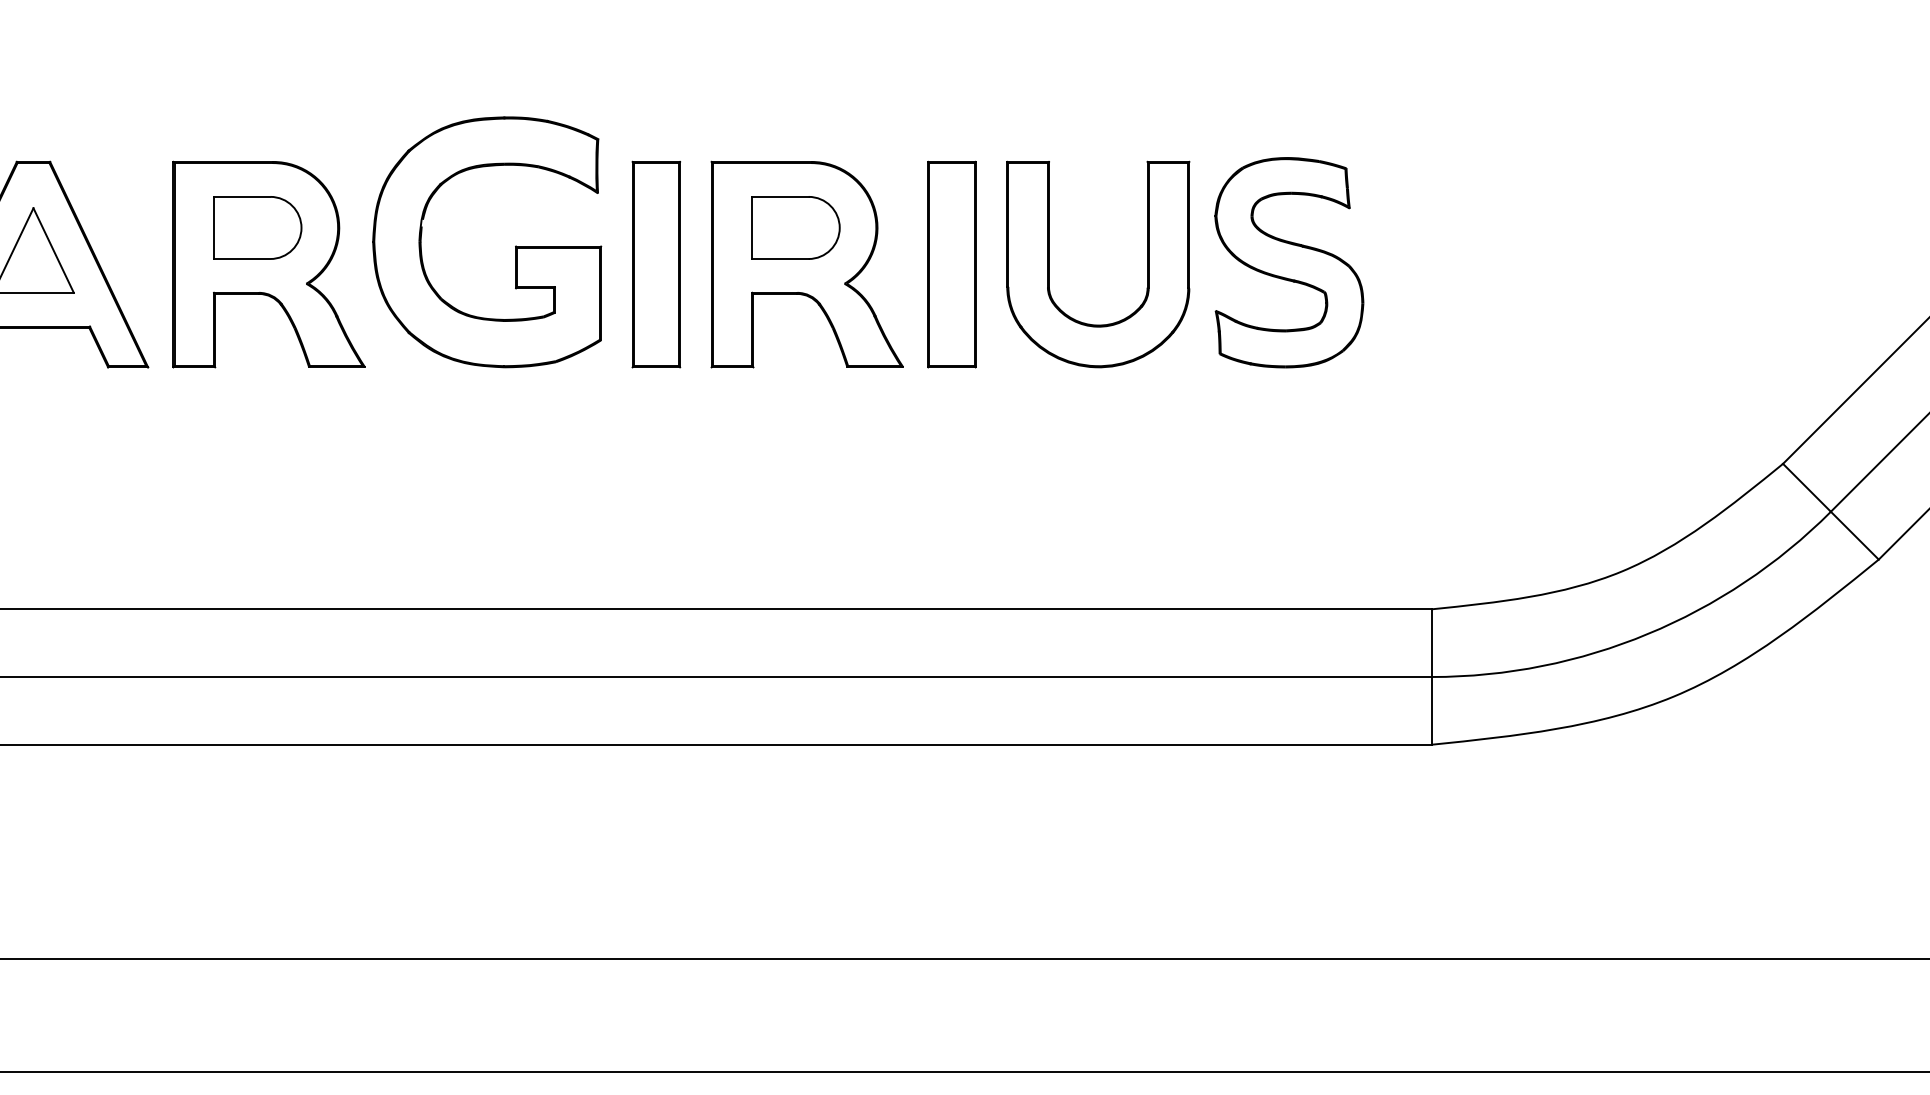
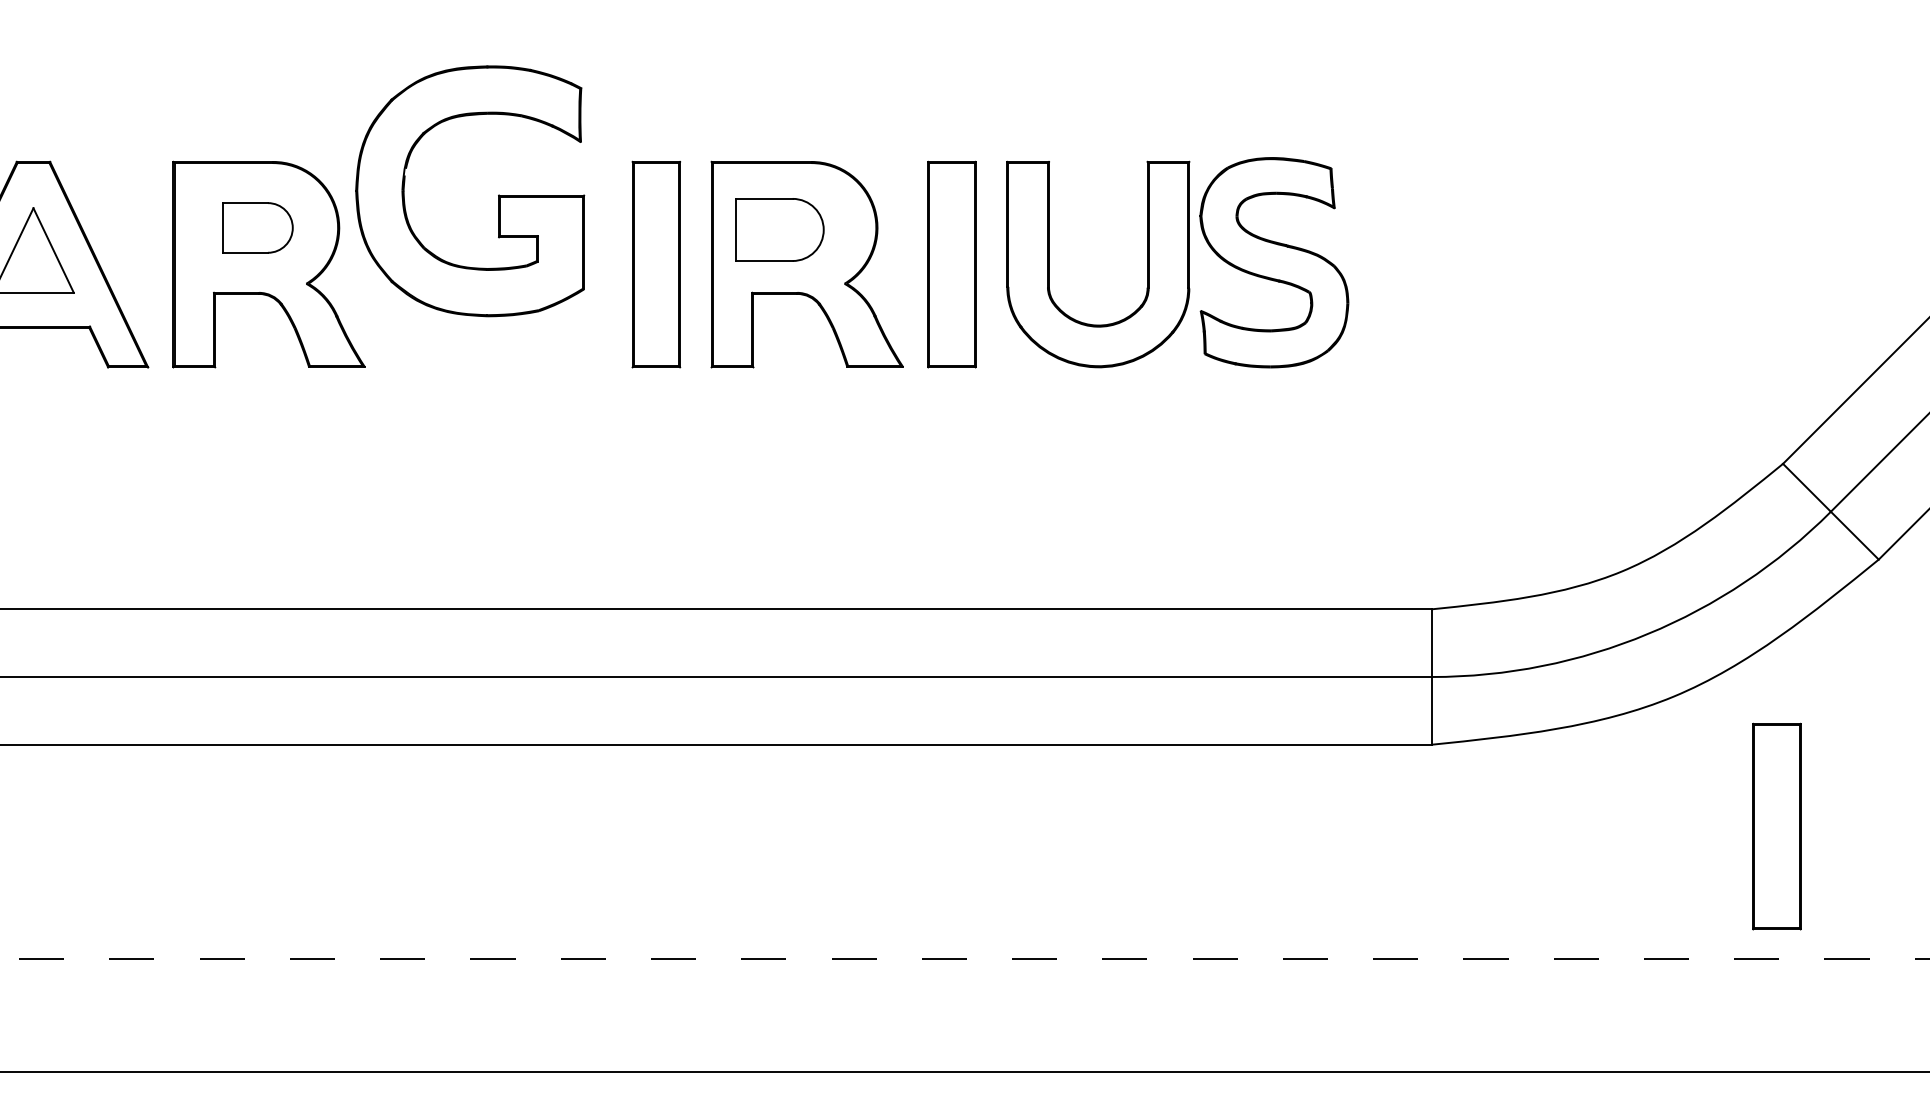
part at (257, 227) size: 90x64 px -> 72x52 px
part at (795, 227) position: (795, 227) -> (779, 229)
part at (515, 245) position: (515, 245) -> (498, 194)
part at (1289, 262) position: (1289, 262) -> (1274, 262)
part at (1776, 826): none -> present
line at (964, 959): solid -> dashed
